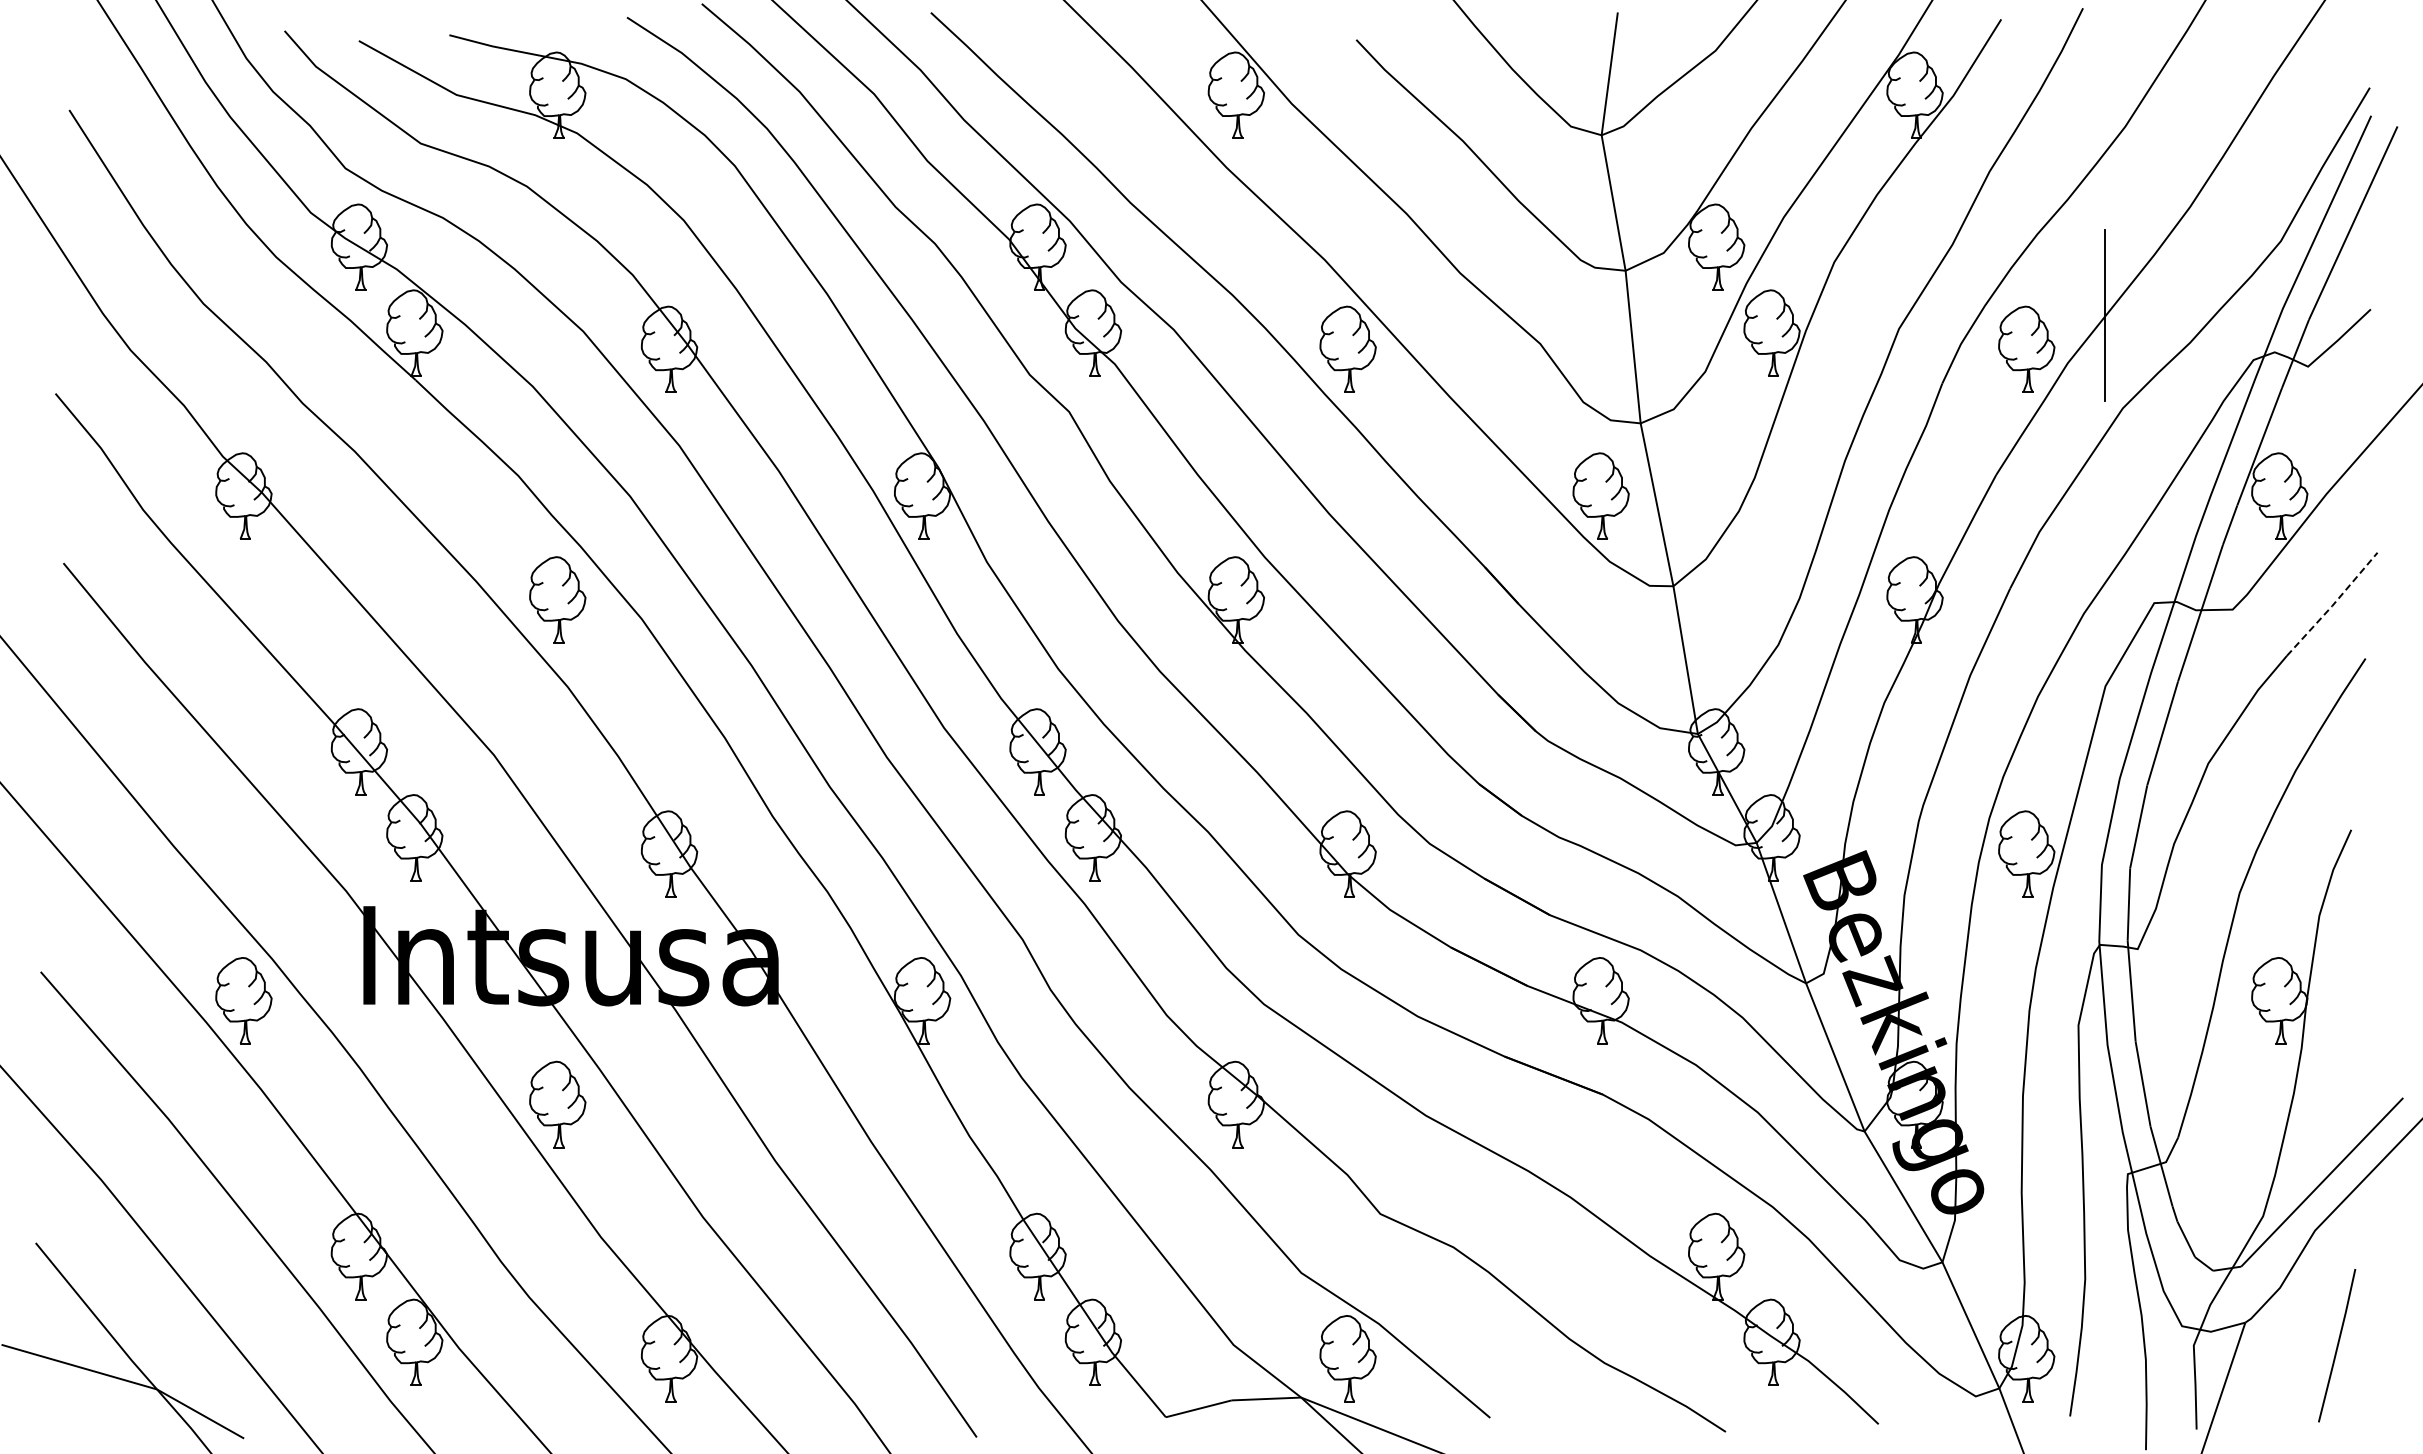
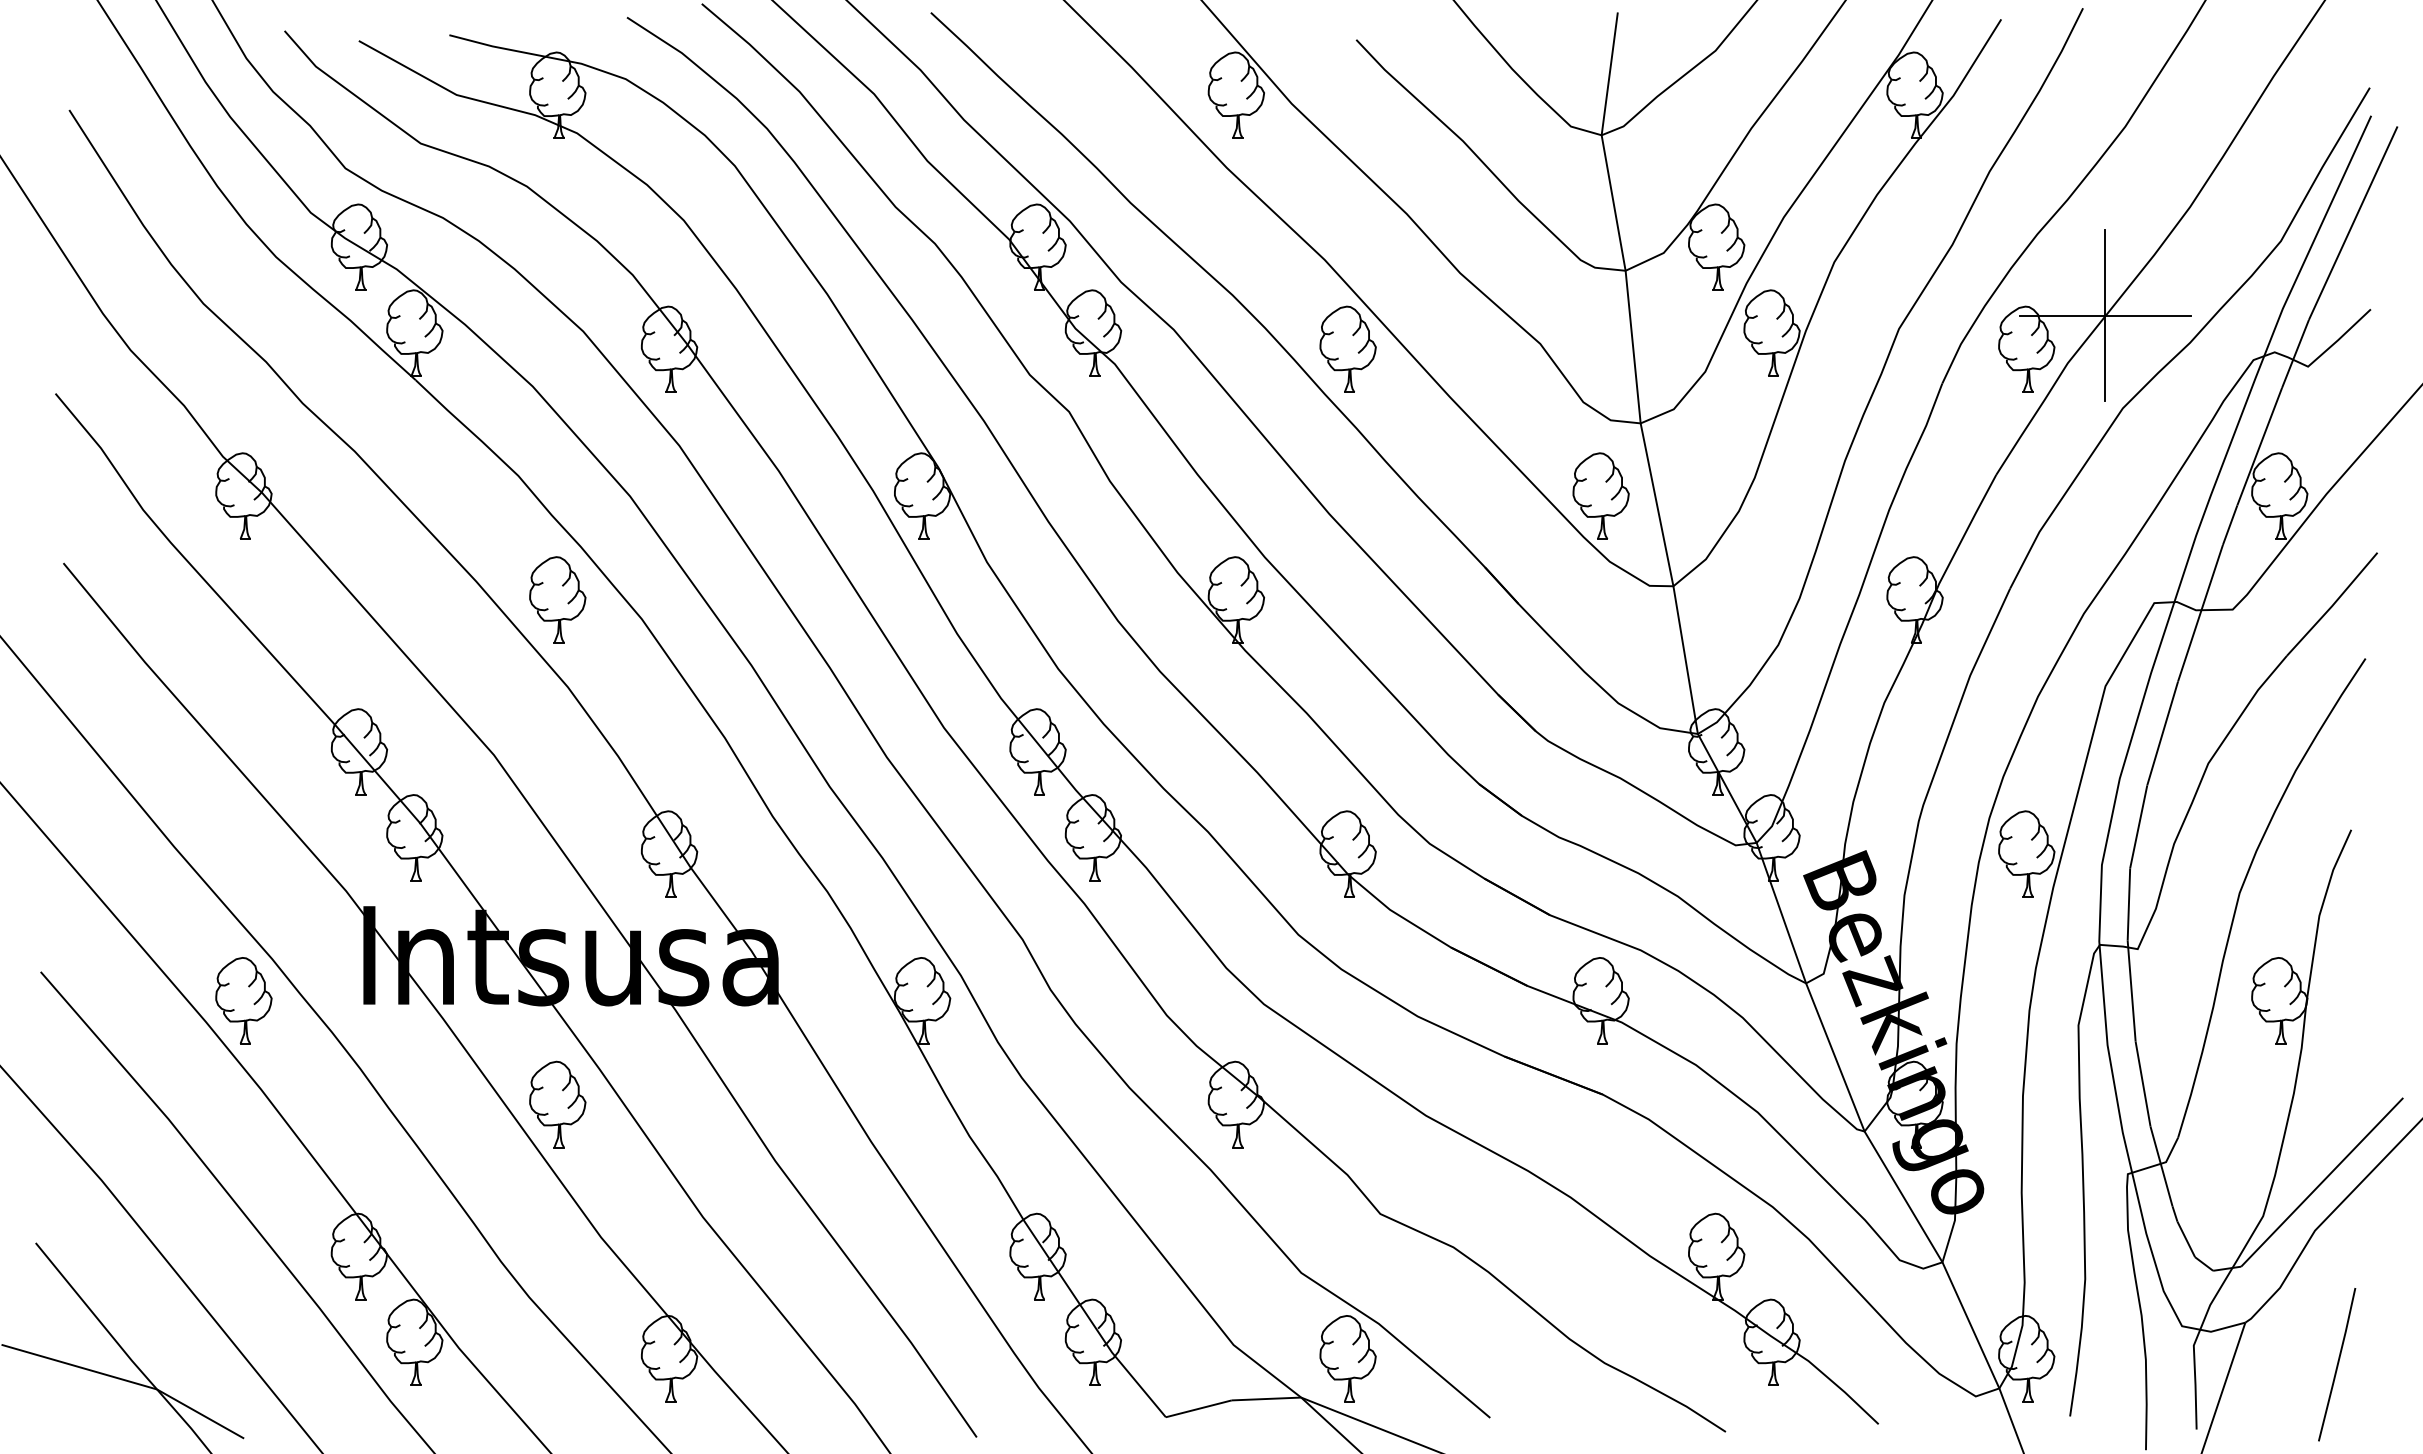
line at (2104, 315): none -> present
line at (2333, 604): dashed -> solid
line at (2337, 1345) position: (2337, 1345) -> (2337, 1364)
